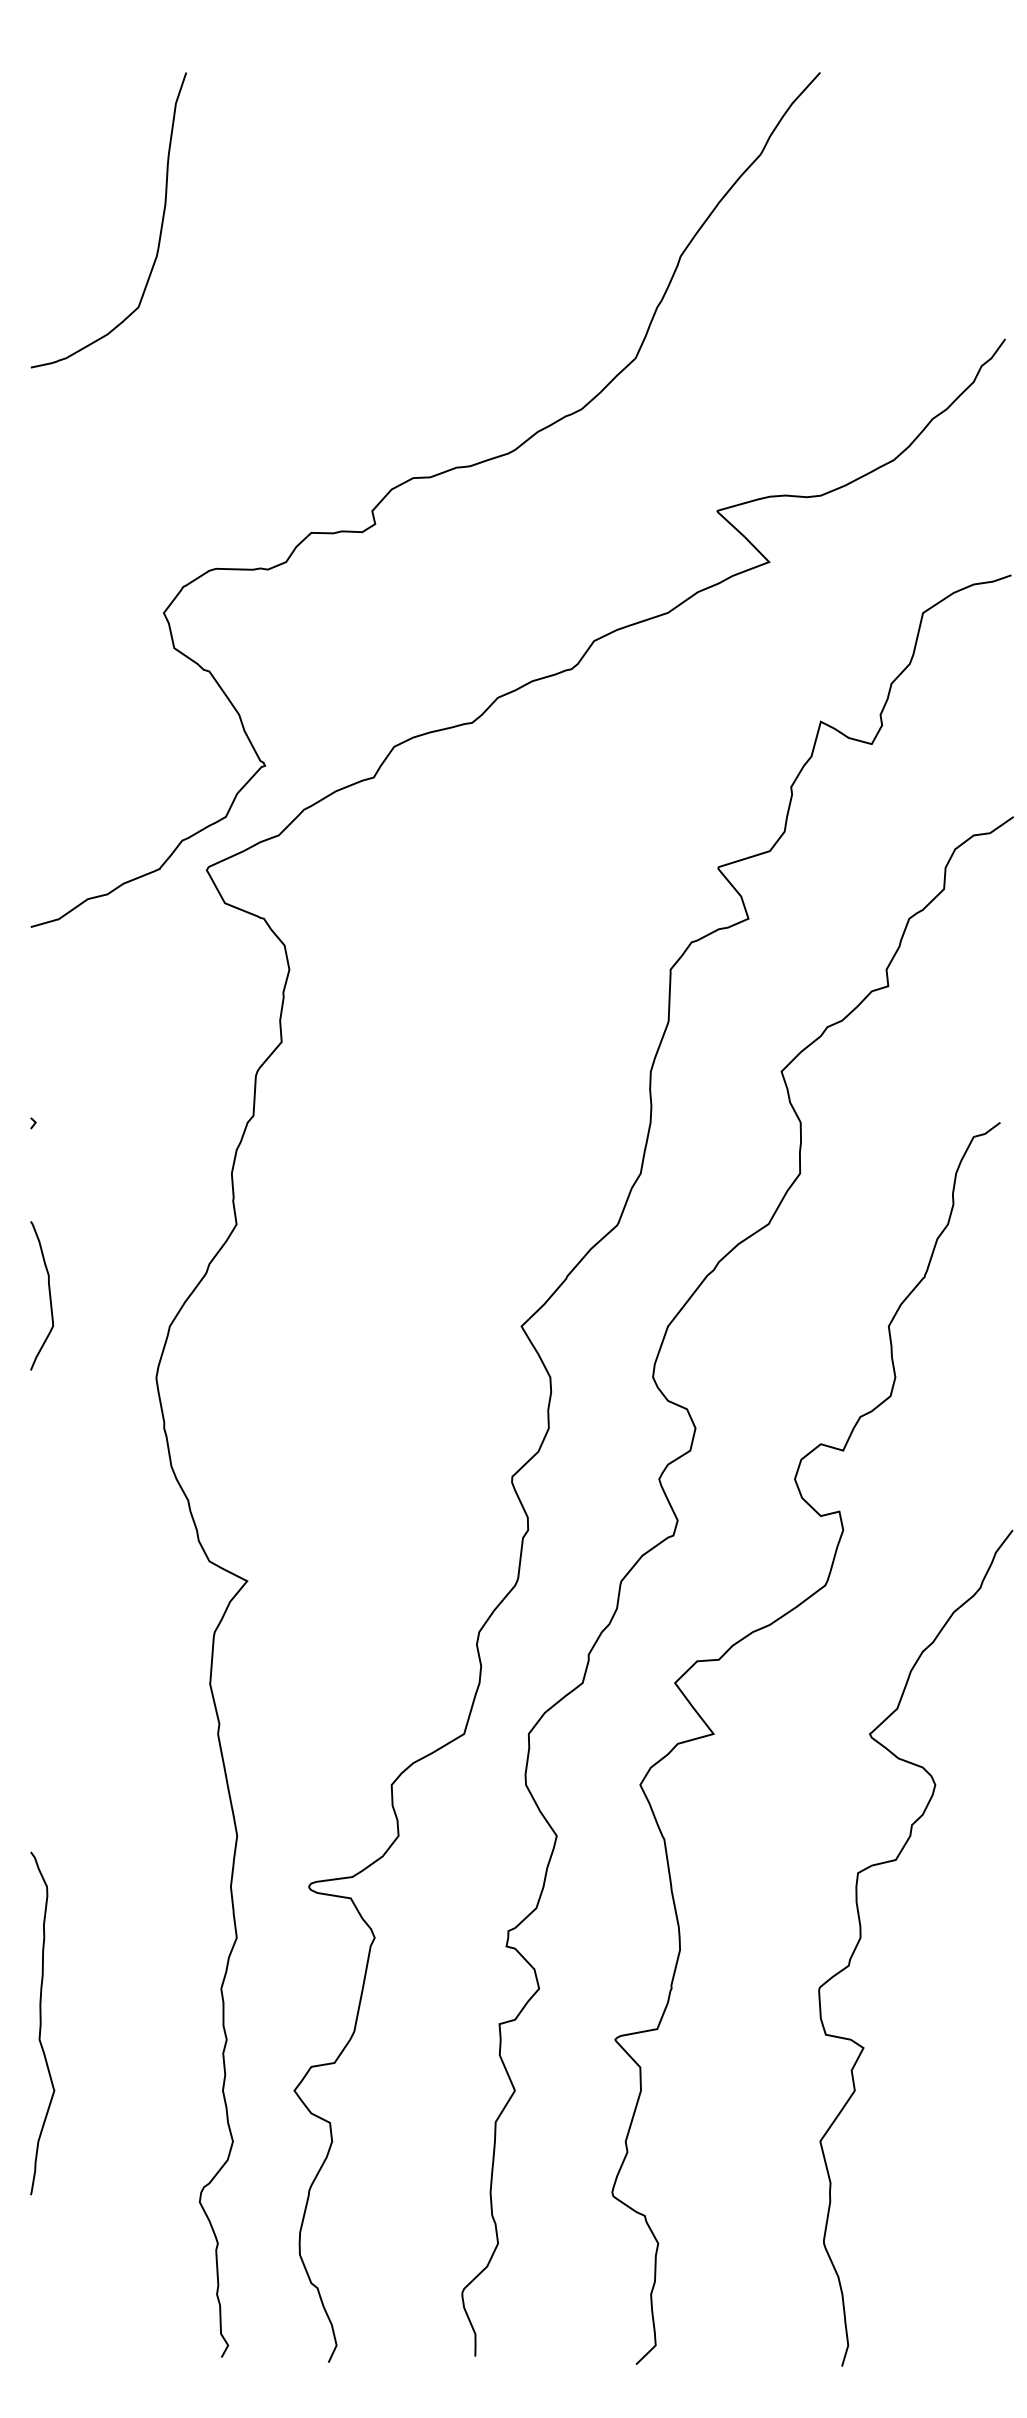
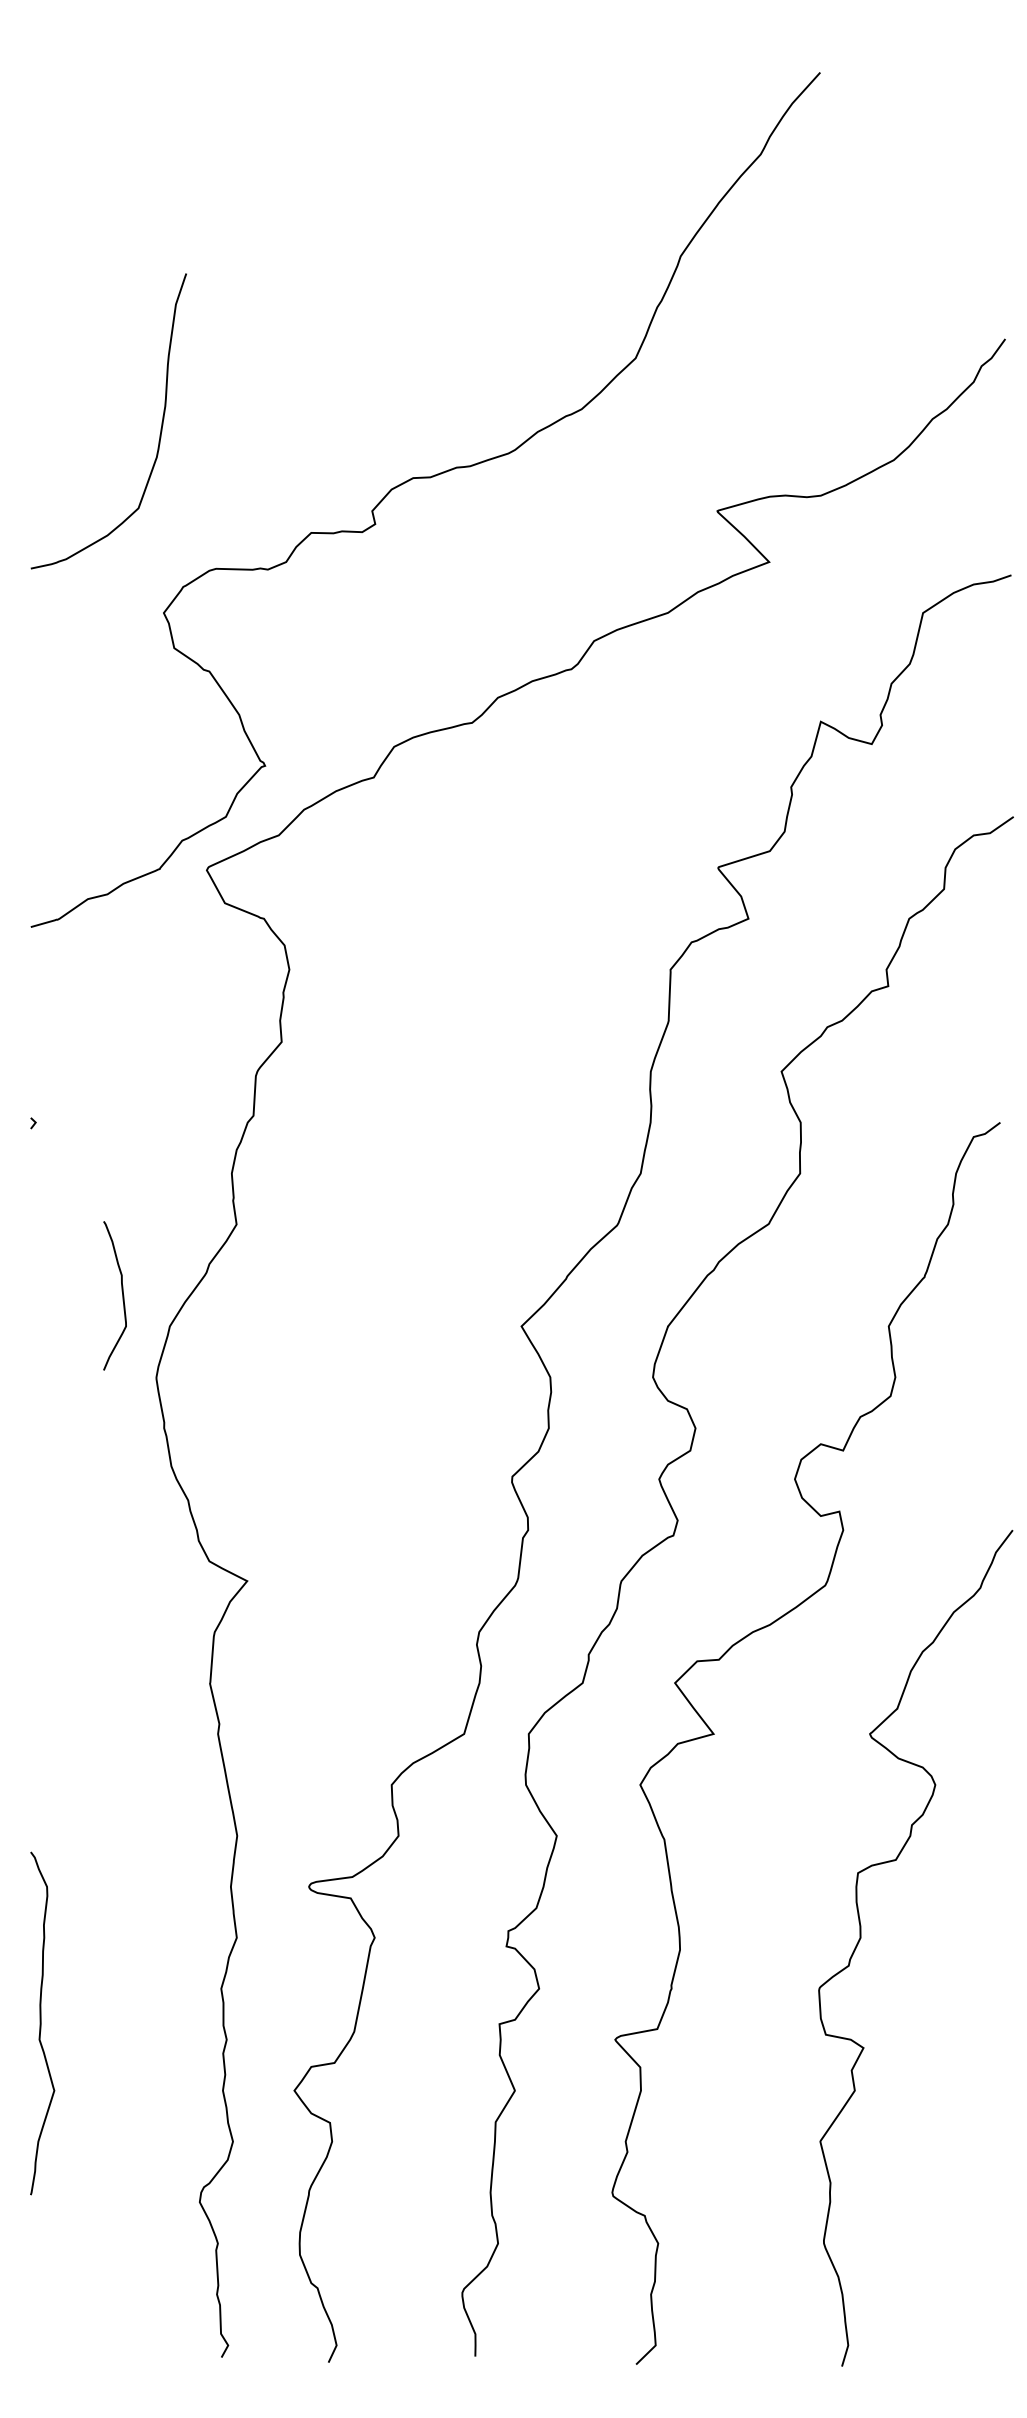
curve at (160, 227) position: (160, 227) -> (160, 428)
curve at (49, 1295) position: (49, 1295) -> (122, 1295)
